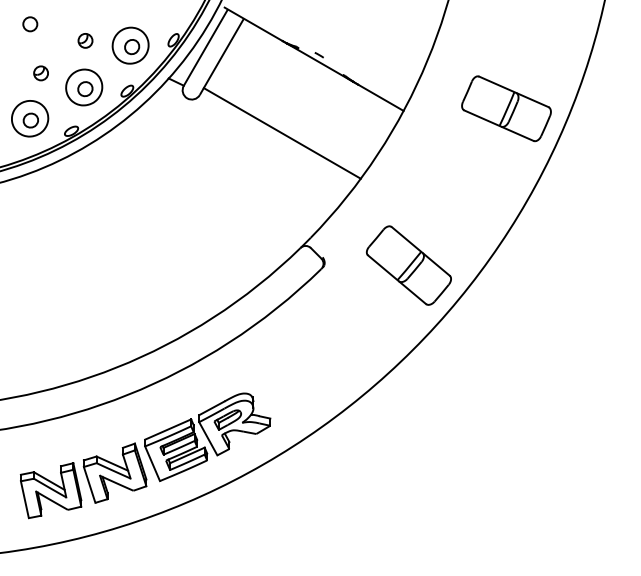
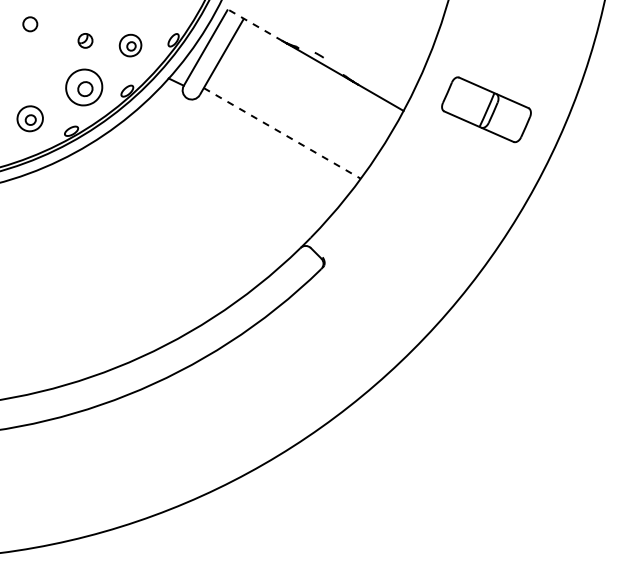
line at (253, 24): solid -> dashed
part at (130, 45) size: 39x39 px -> 25x25 px
part at (40, 73): present -> none
part at (506, 108) position: (506, 108) -> (486, 109)
part at (30, 118) size: 39x38 px -> 28x28 px
line at (282, 133): solid -> dashed
part at (408, 265): present -> none
part at (145, 455): present -> none
